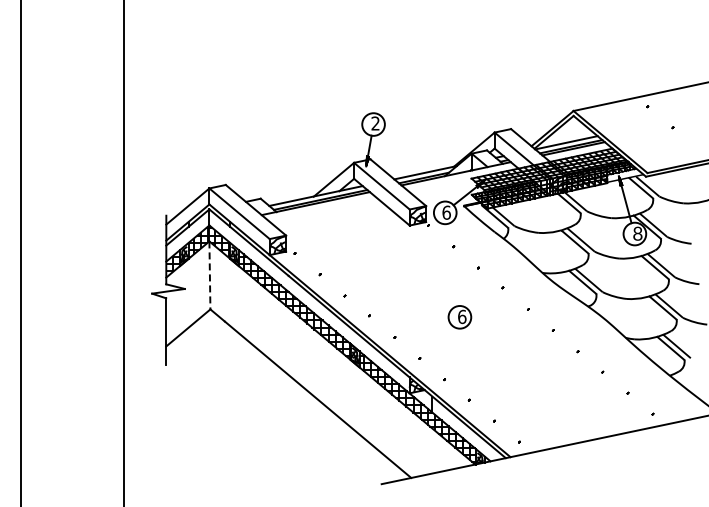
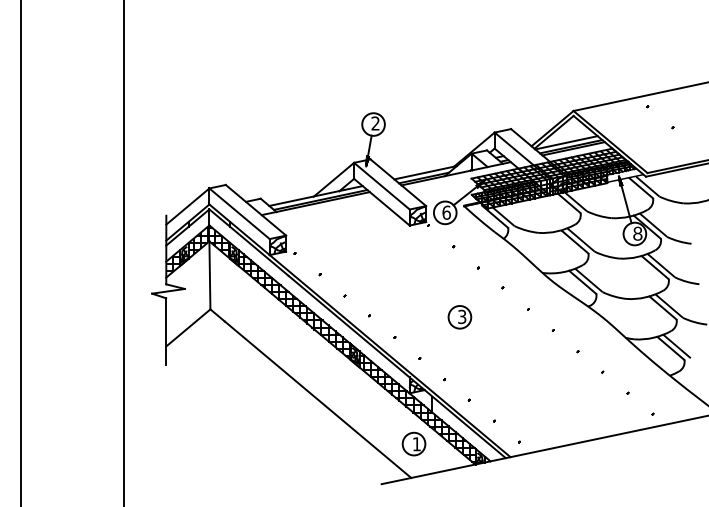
line at (209, 275): dashed -> solid
text at (462, 316): 6 -> 3
part at (413, 443): none -> present
